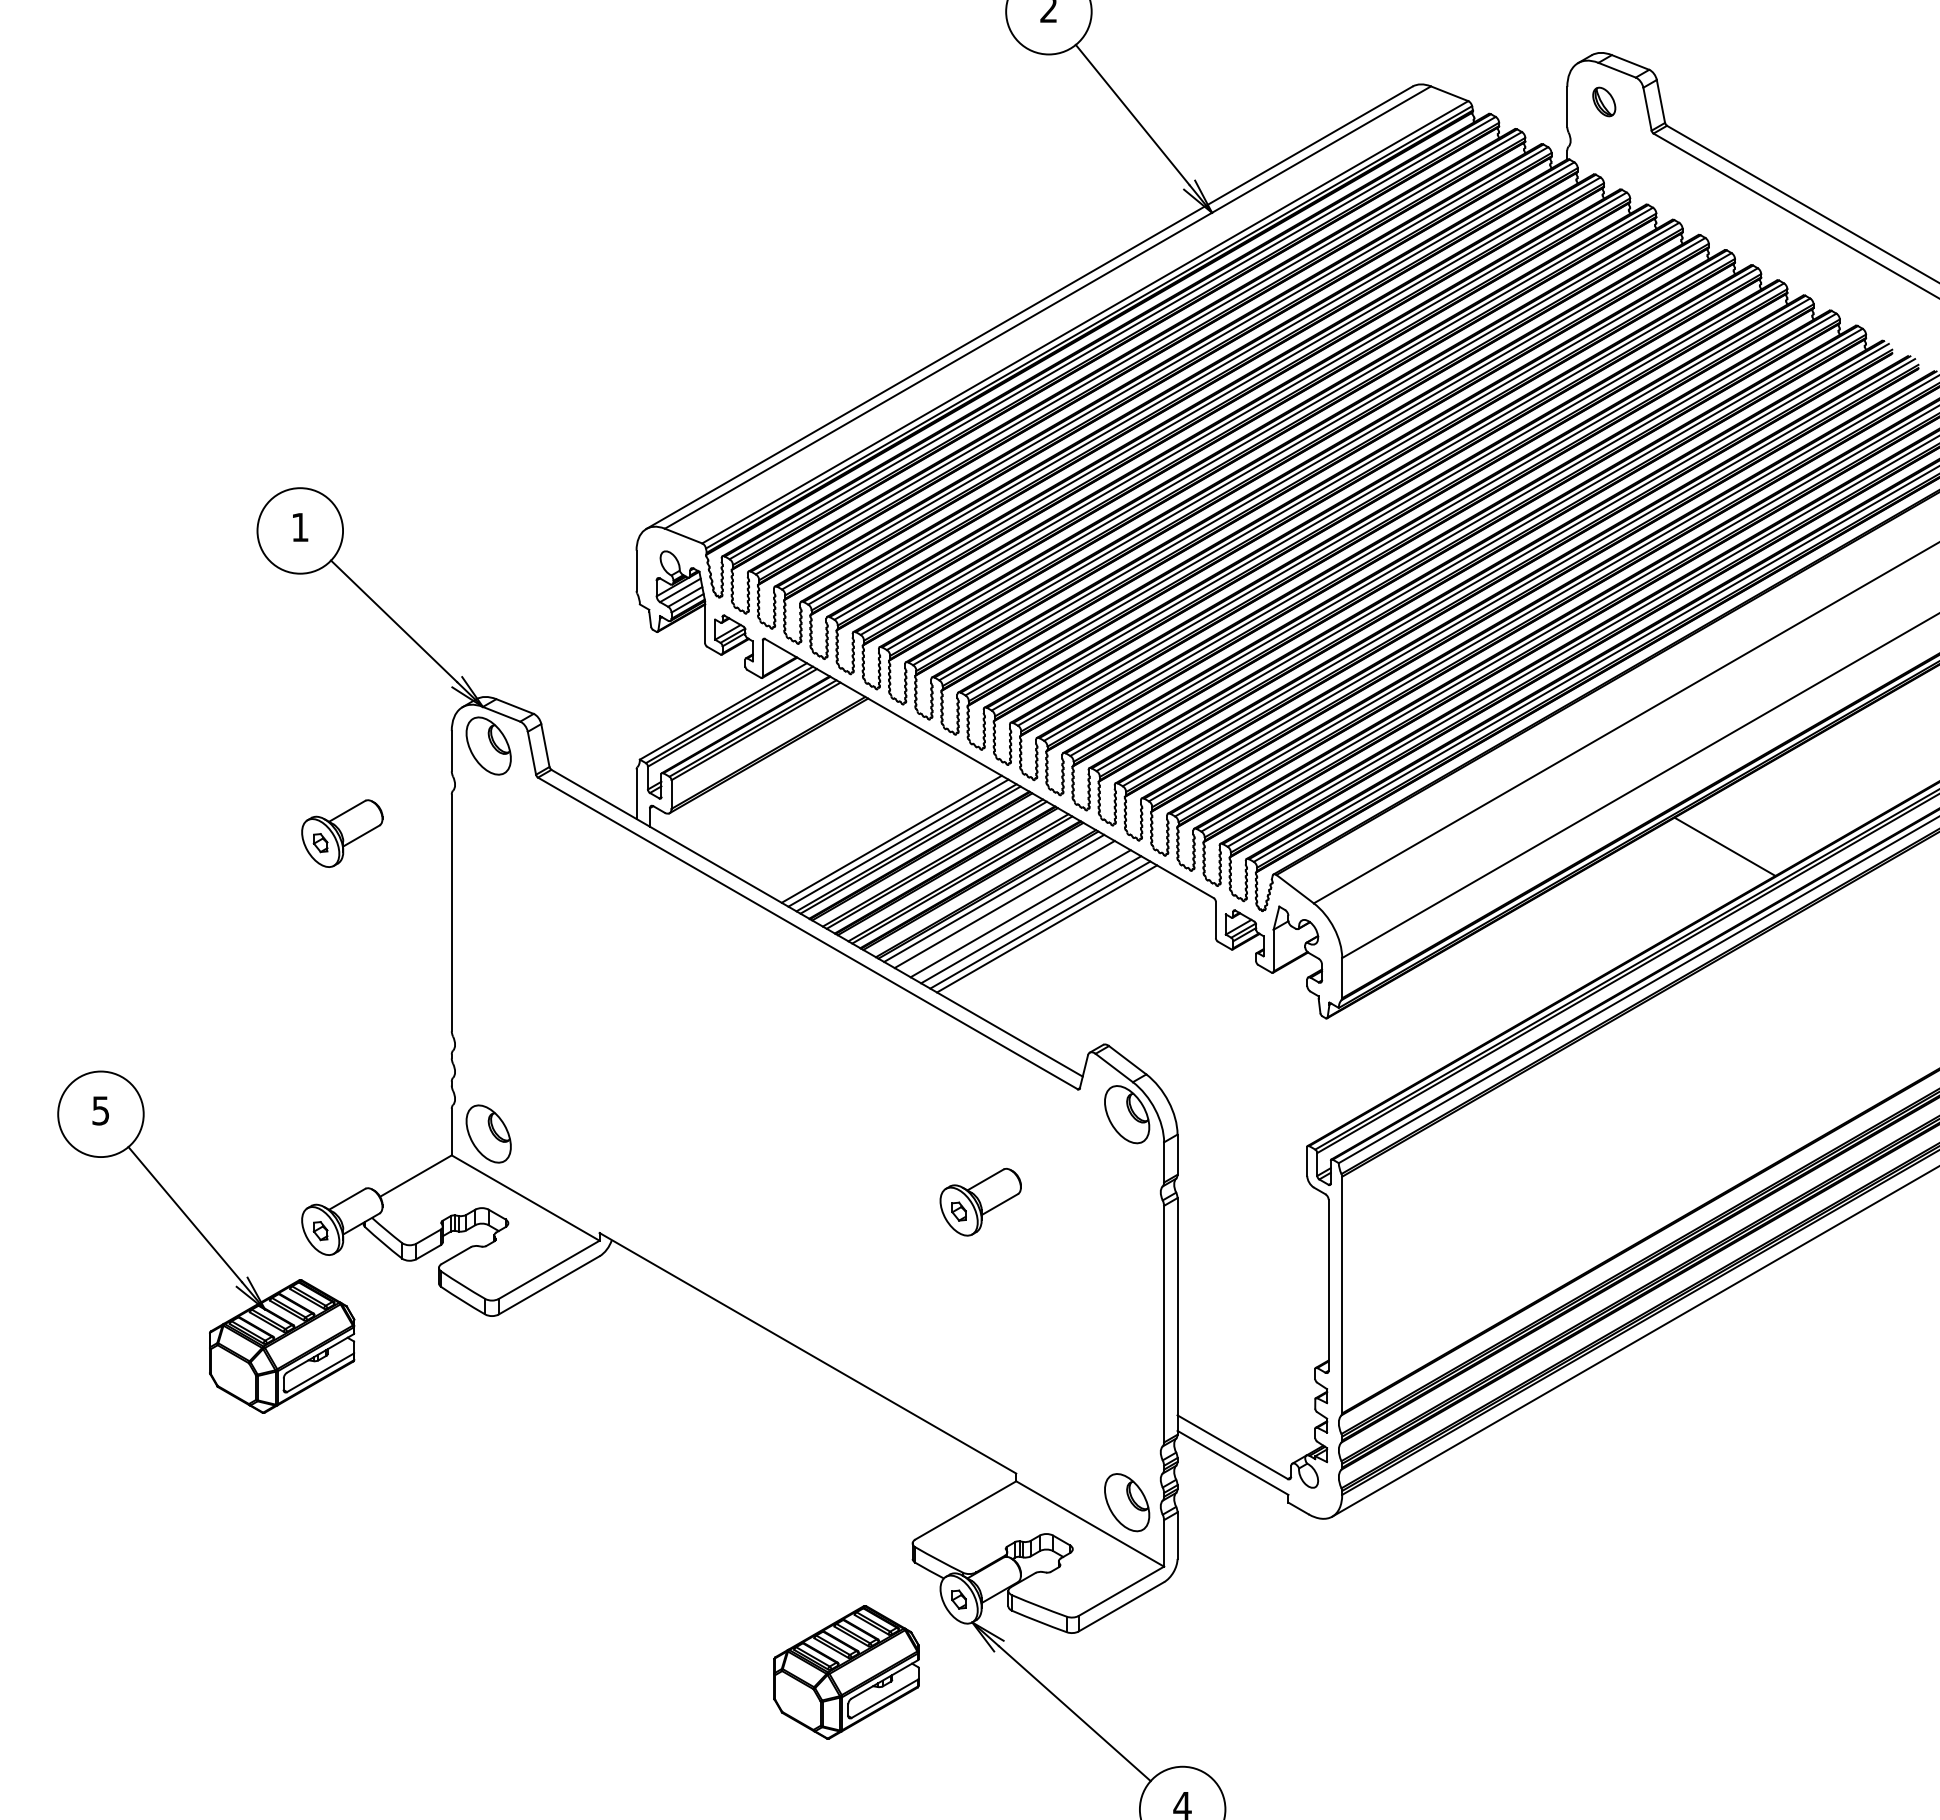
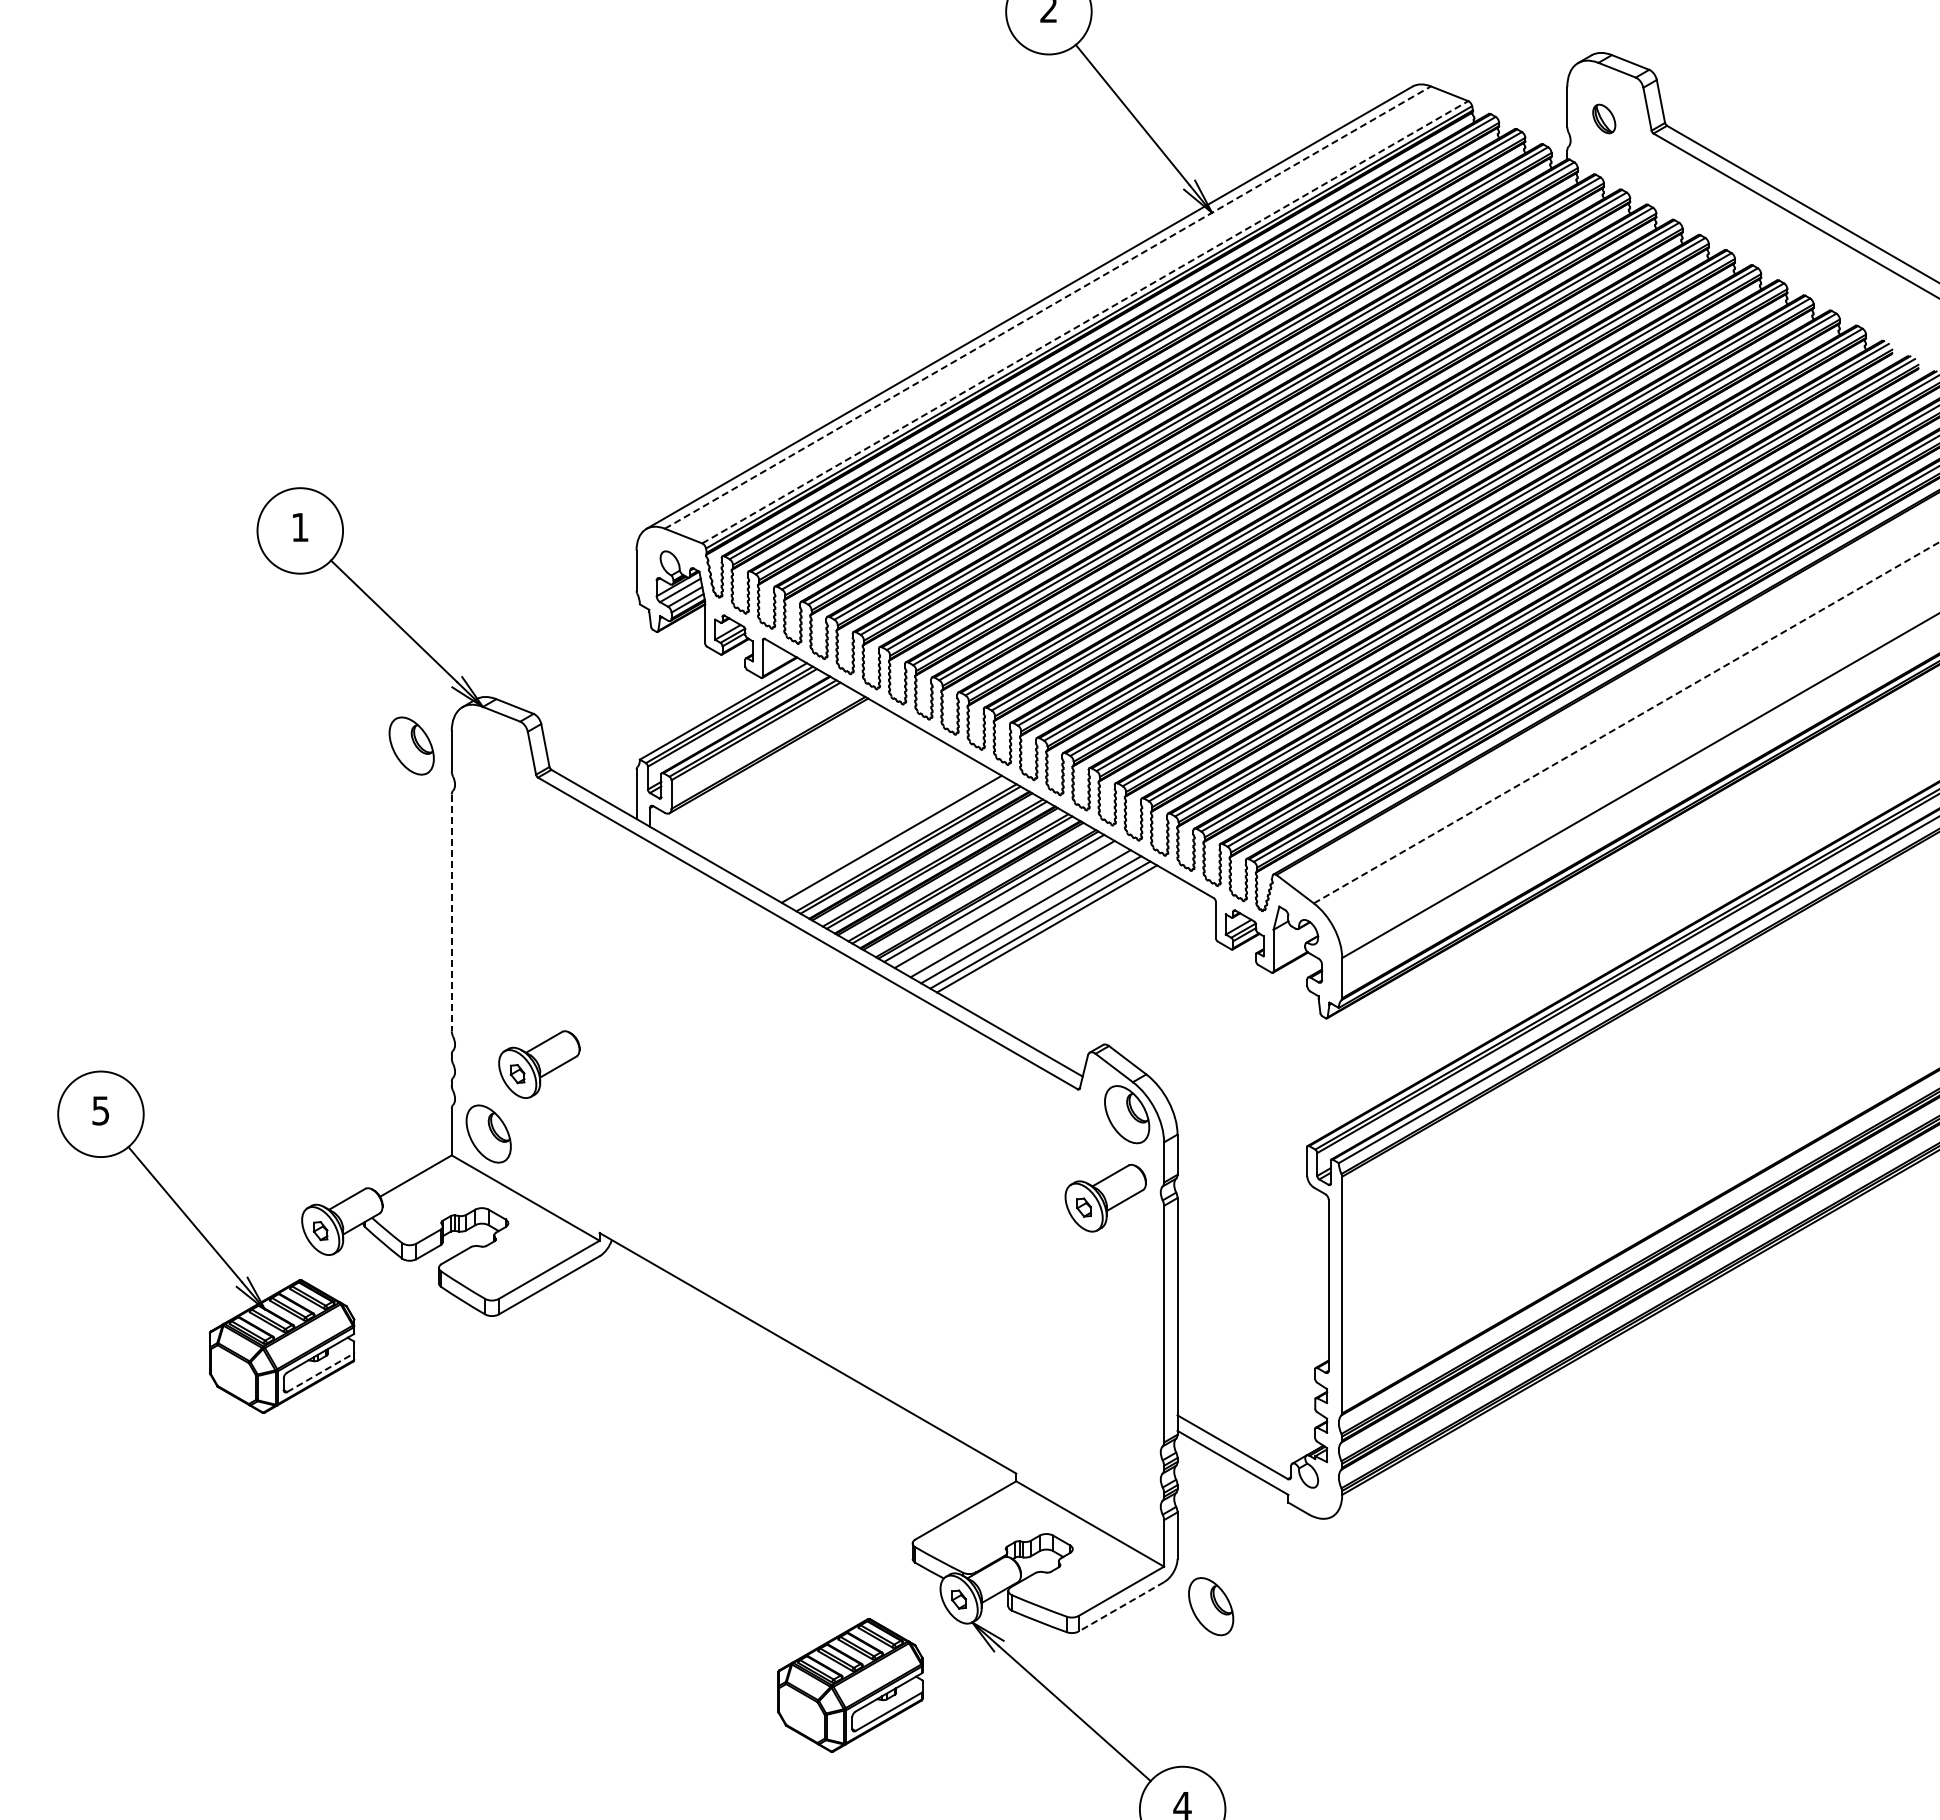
part at (1604, 101) position: (1604, 101) -> (1604, 118)
line at (1048, 307): solid -> dashed
line at (1085, 322): solid -> dashed
line at (1627, 722): solid -> dashed
part at (488, 745) position: (488, 745) -> (411, 745)
part at (342, 833) position: (342, 833) -> (539, 1064)
line at (898, 842): present -> none
line at (1724, 846): present -> none
line at (451, 913): solid -> dashed
part at (980, 1201) position: (980, 1201) -> (1105, 1197)
line at (1634, 1341): present -> none
line at (320, 1372): solid -> dashed
part at (1127, 1502) position: (1127, 1502) -> (1211, 1606)
line at (1120, 1607): solid -> dashed
part at (846, 1672) position: (846, 1672) -> (850, 1685)
